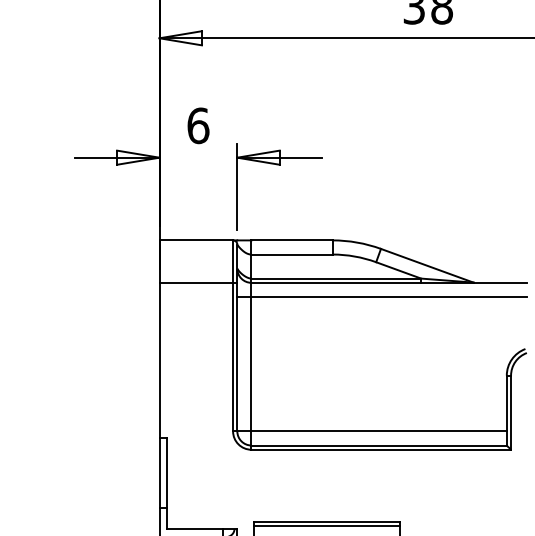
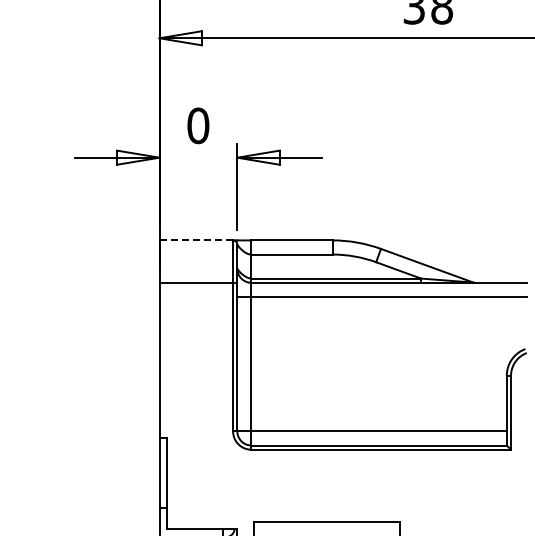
text at (198, 125): 6 -> 0
line at (196, 240): solid -> dashed
line at (327, 526): present -> none
